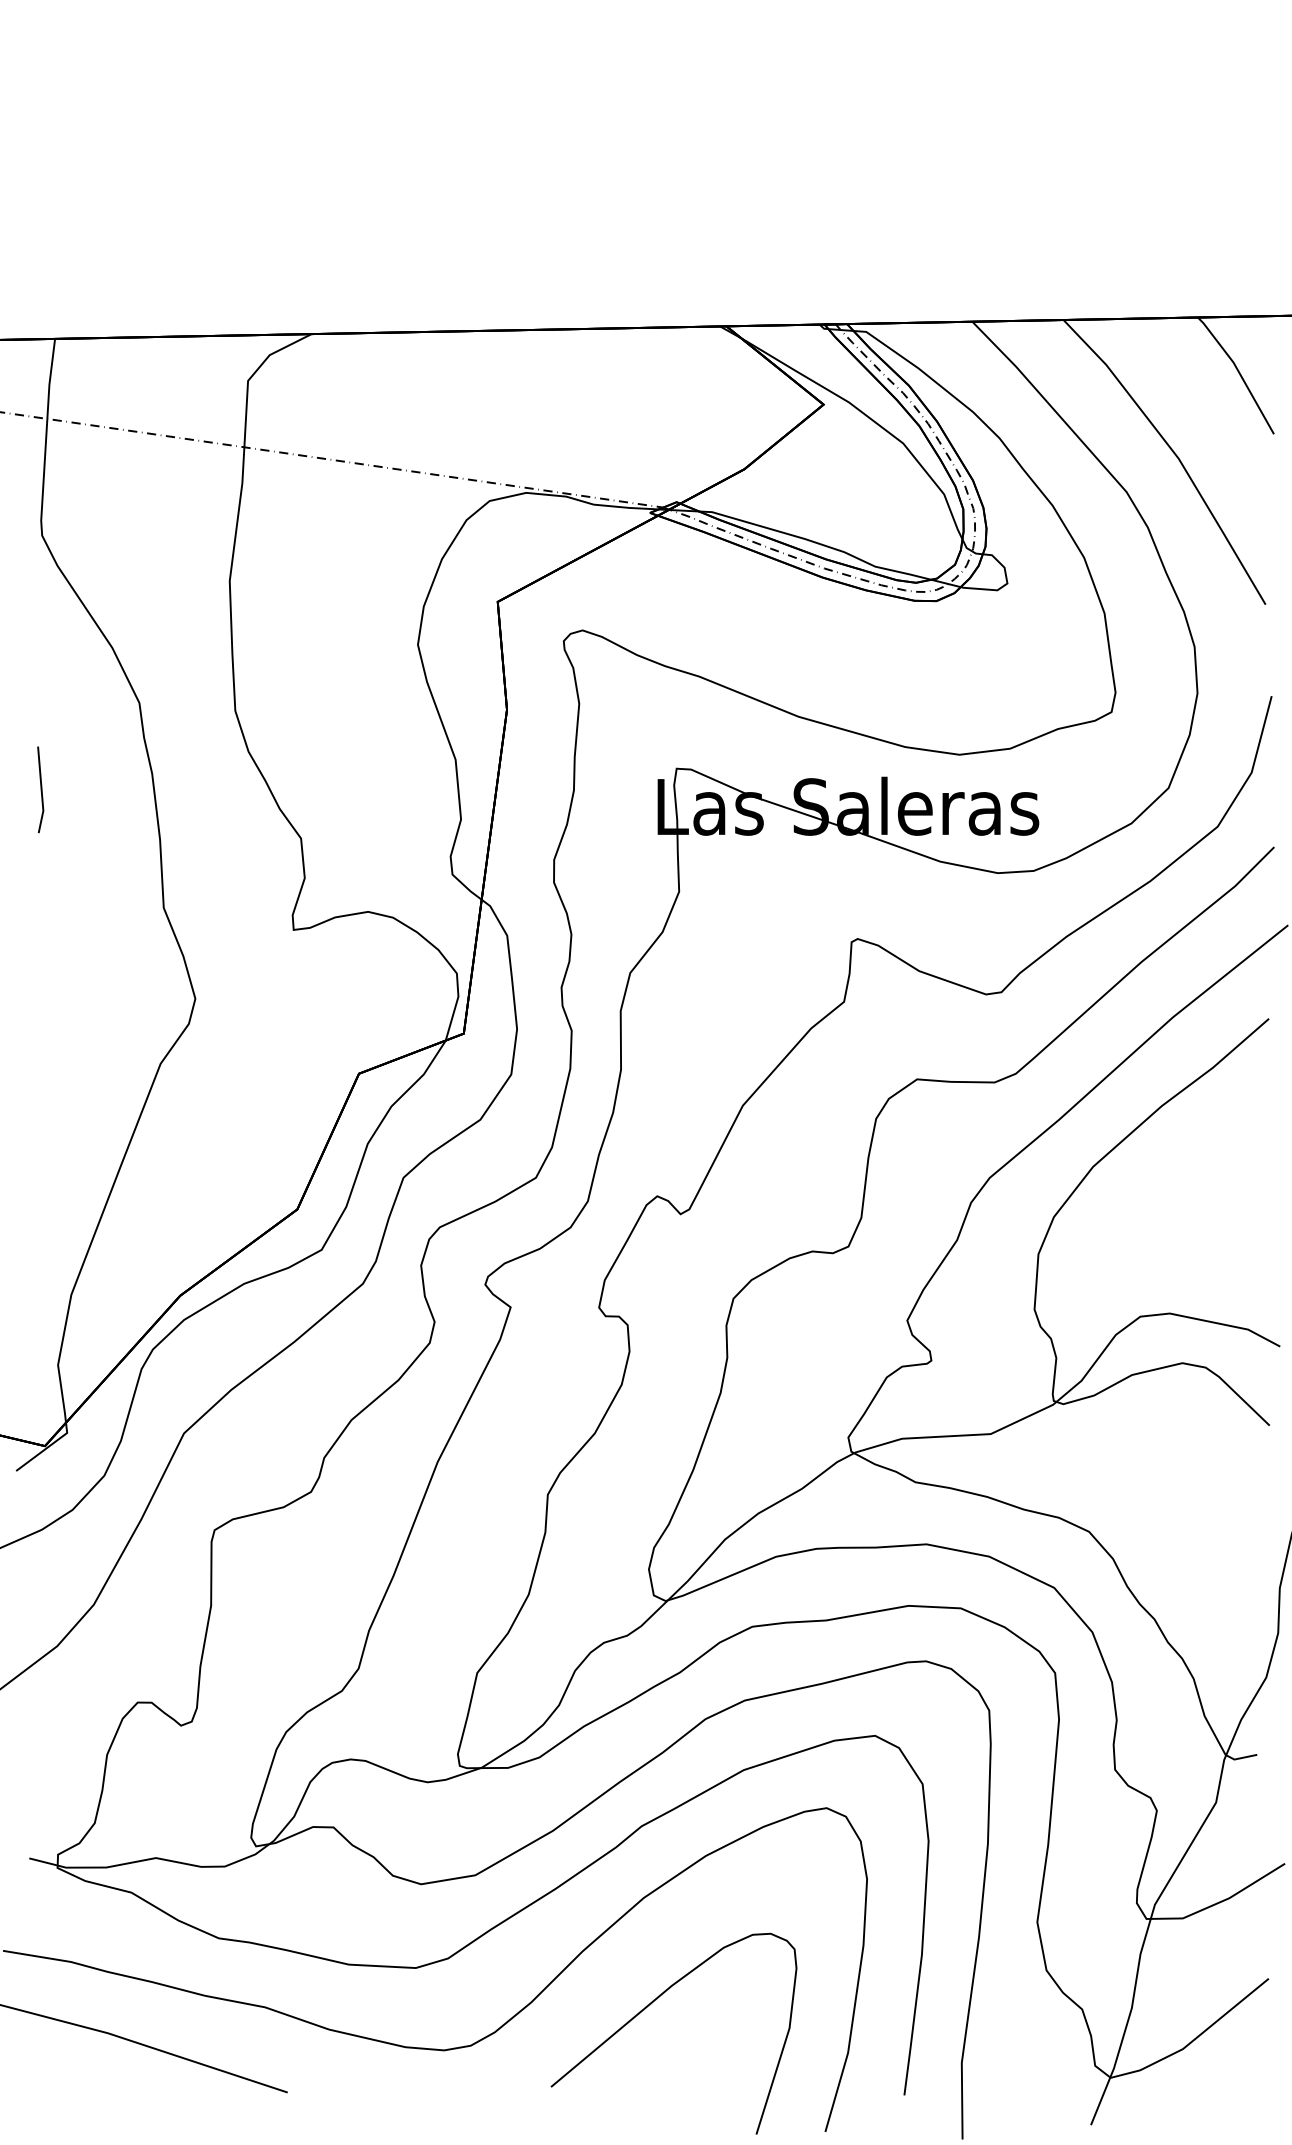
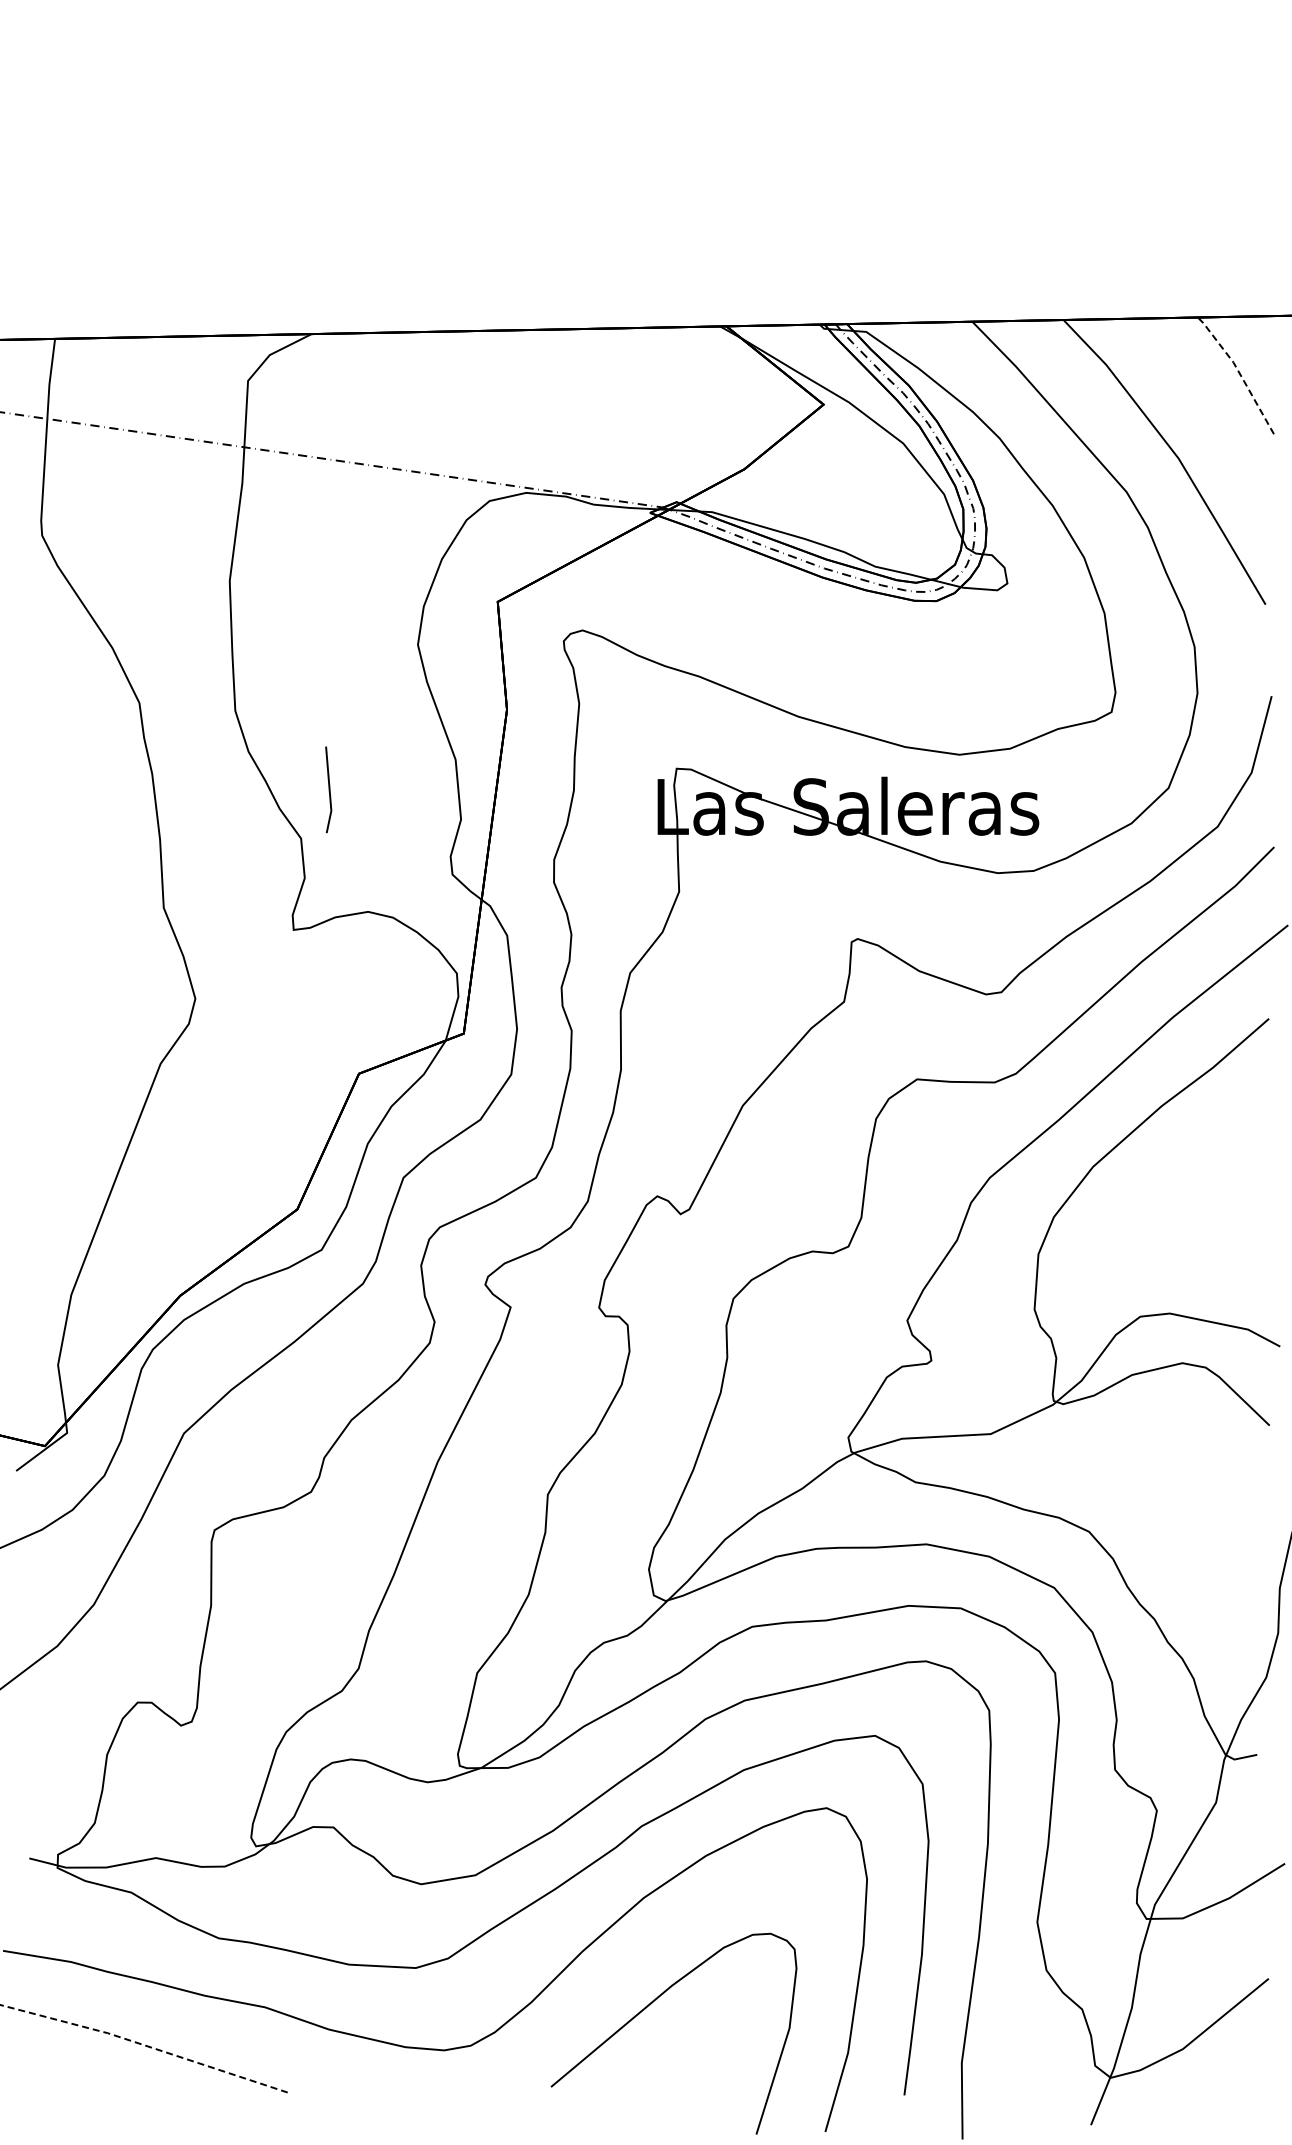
line at (1238, 372): solid -> dashed
line at (40, 789) position: (40, 789) -> (328, 789)
line at (143, 2045): solid -> dashed
